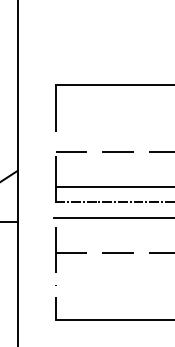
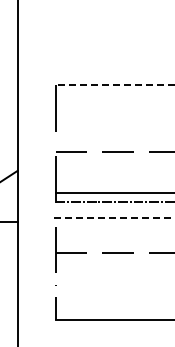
line at (114, 85): solid -> dashed
line at (113, 186) position: (113, 186) -> (113, 192)
line at (114, 218): solid -> dashed
